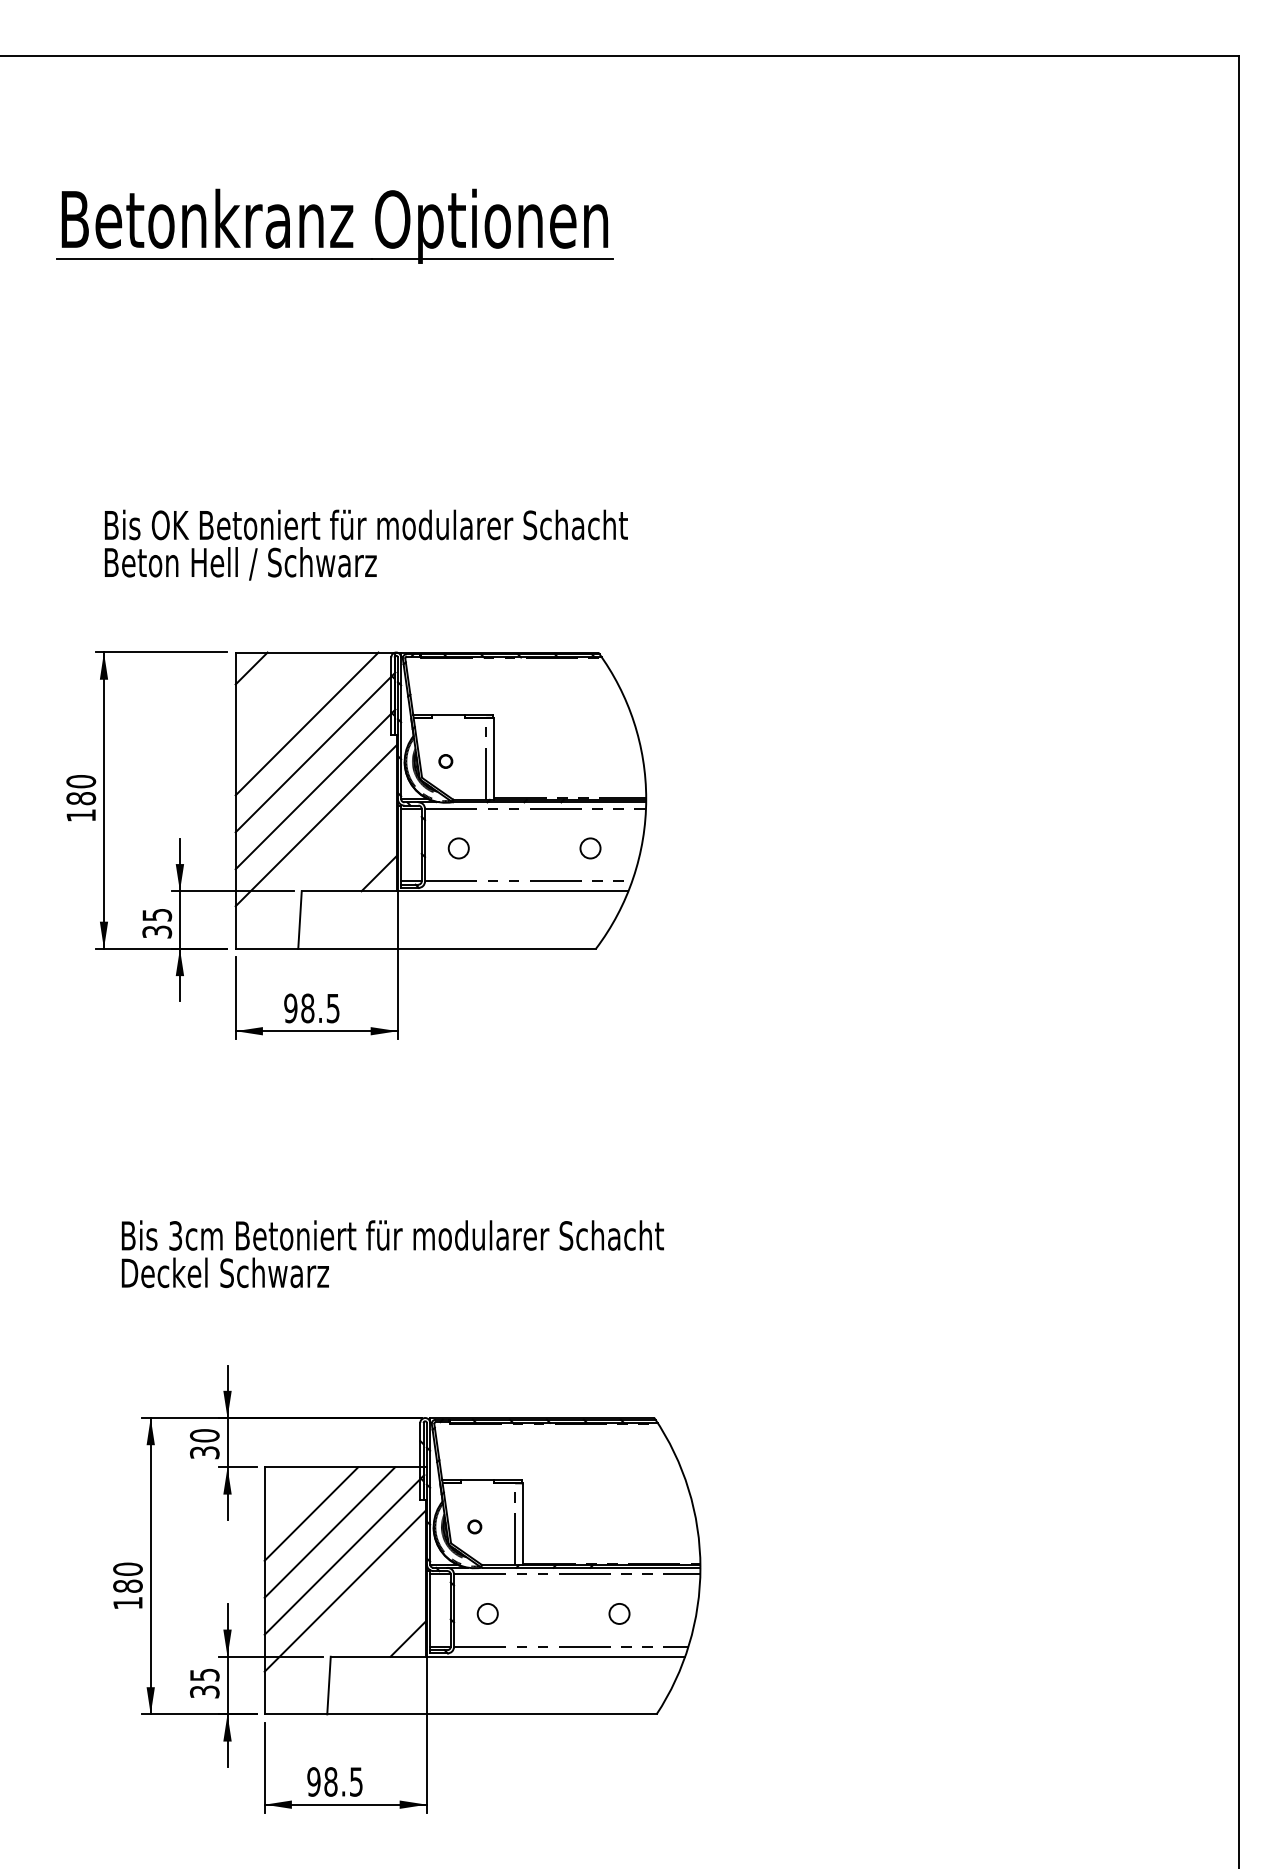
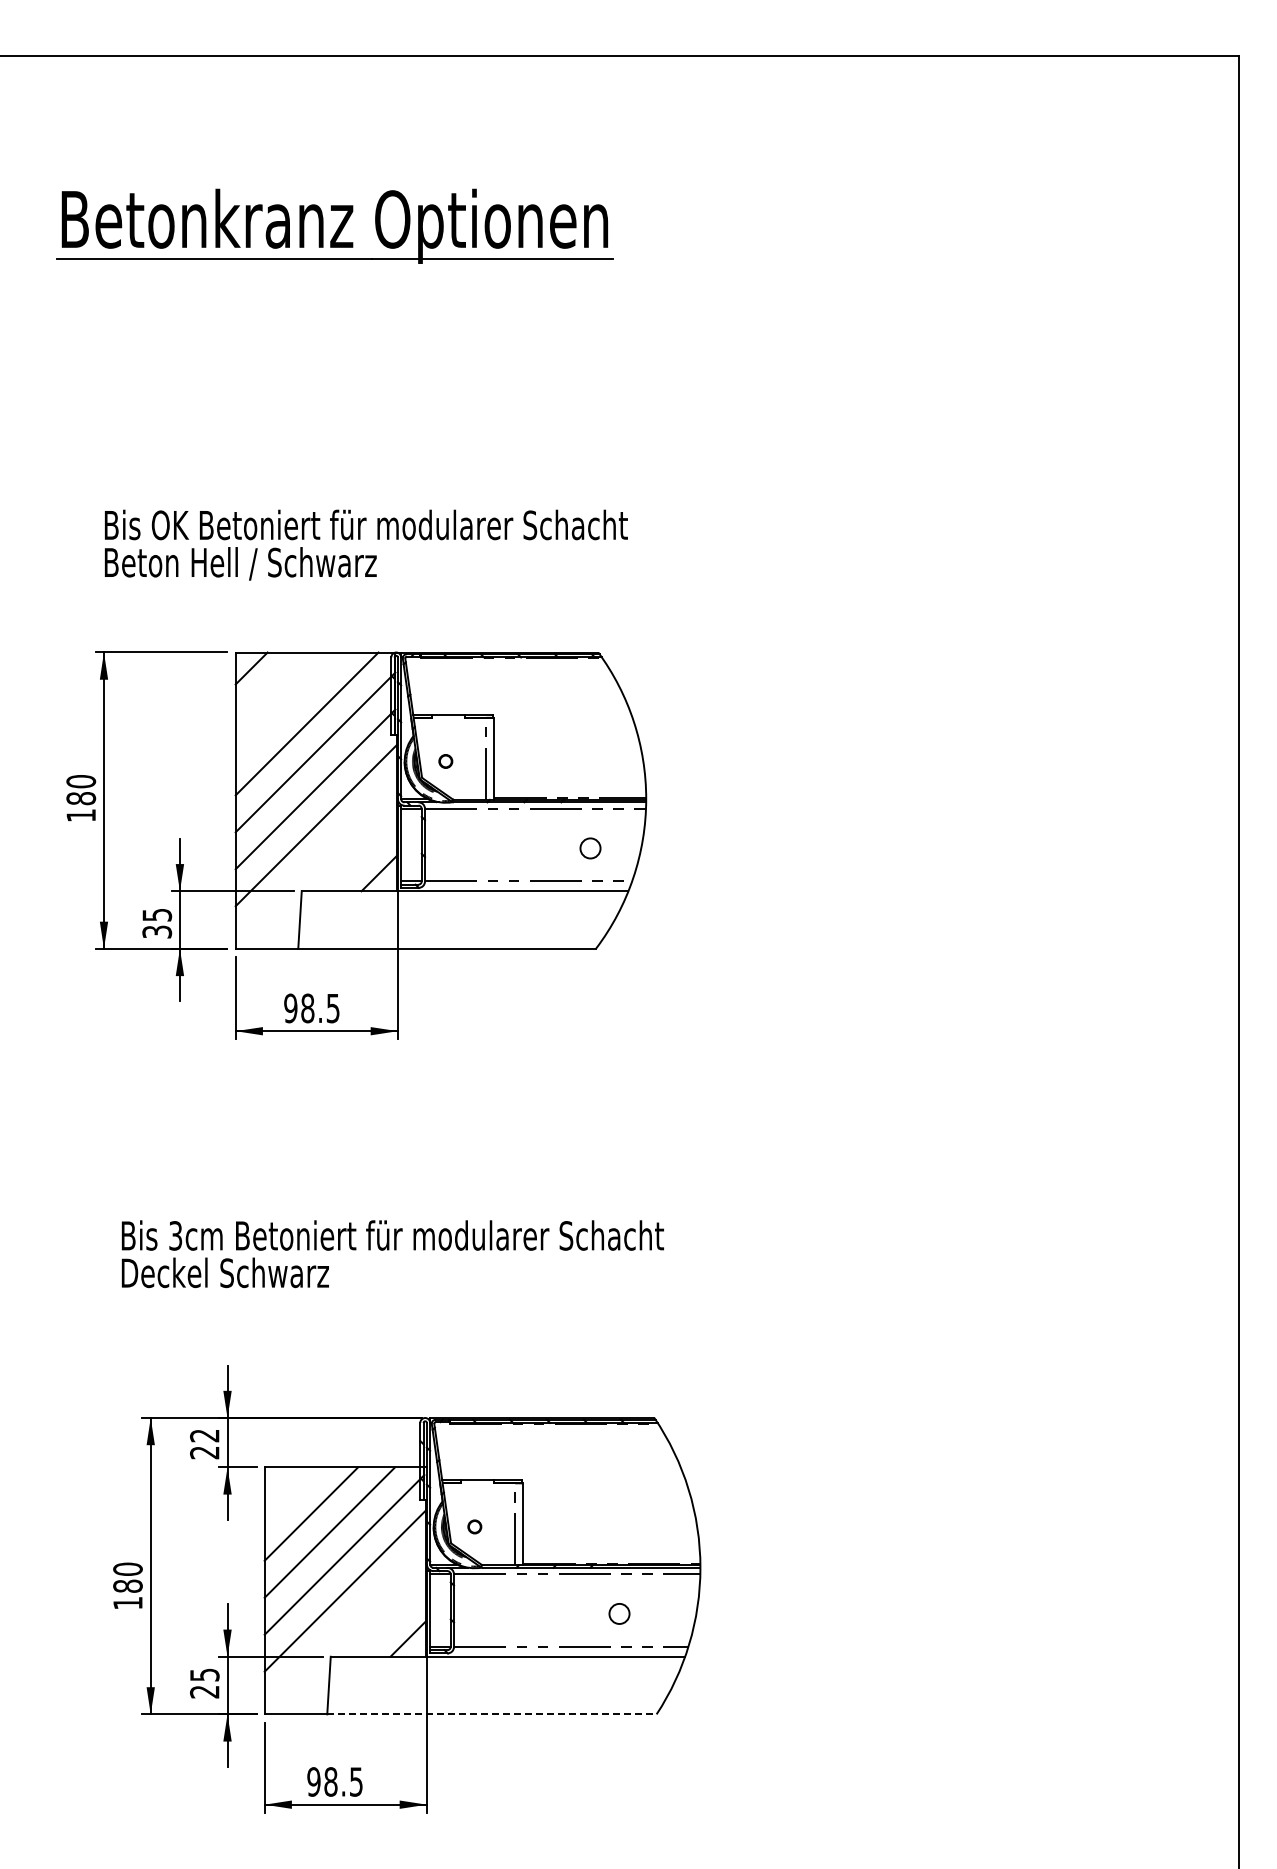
circle at (458, 848): present -> none
text at (204, 1444): 30 -> 22
circle at (487, 1613): present -> none
text at (204, 1691): 35 -> 25
line at (491, 1714): solid -> dashed
